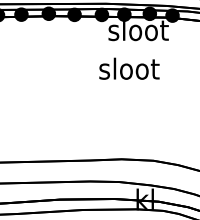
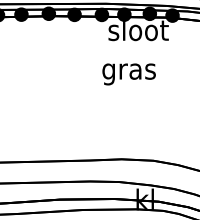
text at (129, 71): sloot -> gras
